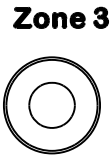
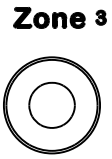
part at (100, 17) size: 16x23 px -> 12x17 px
